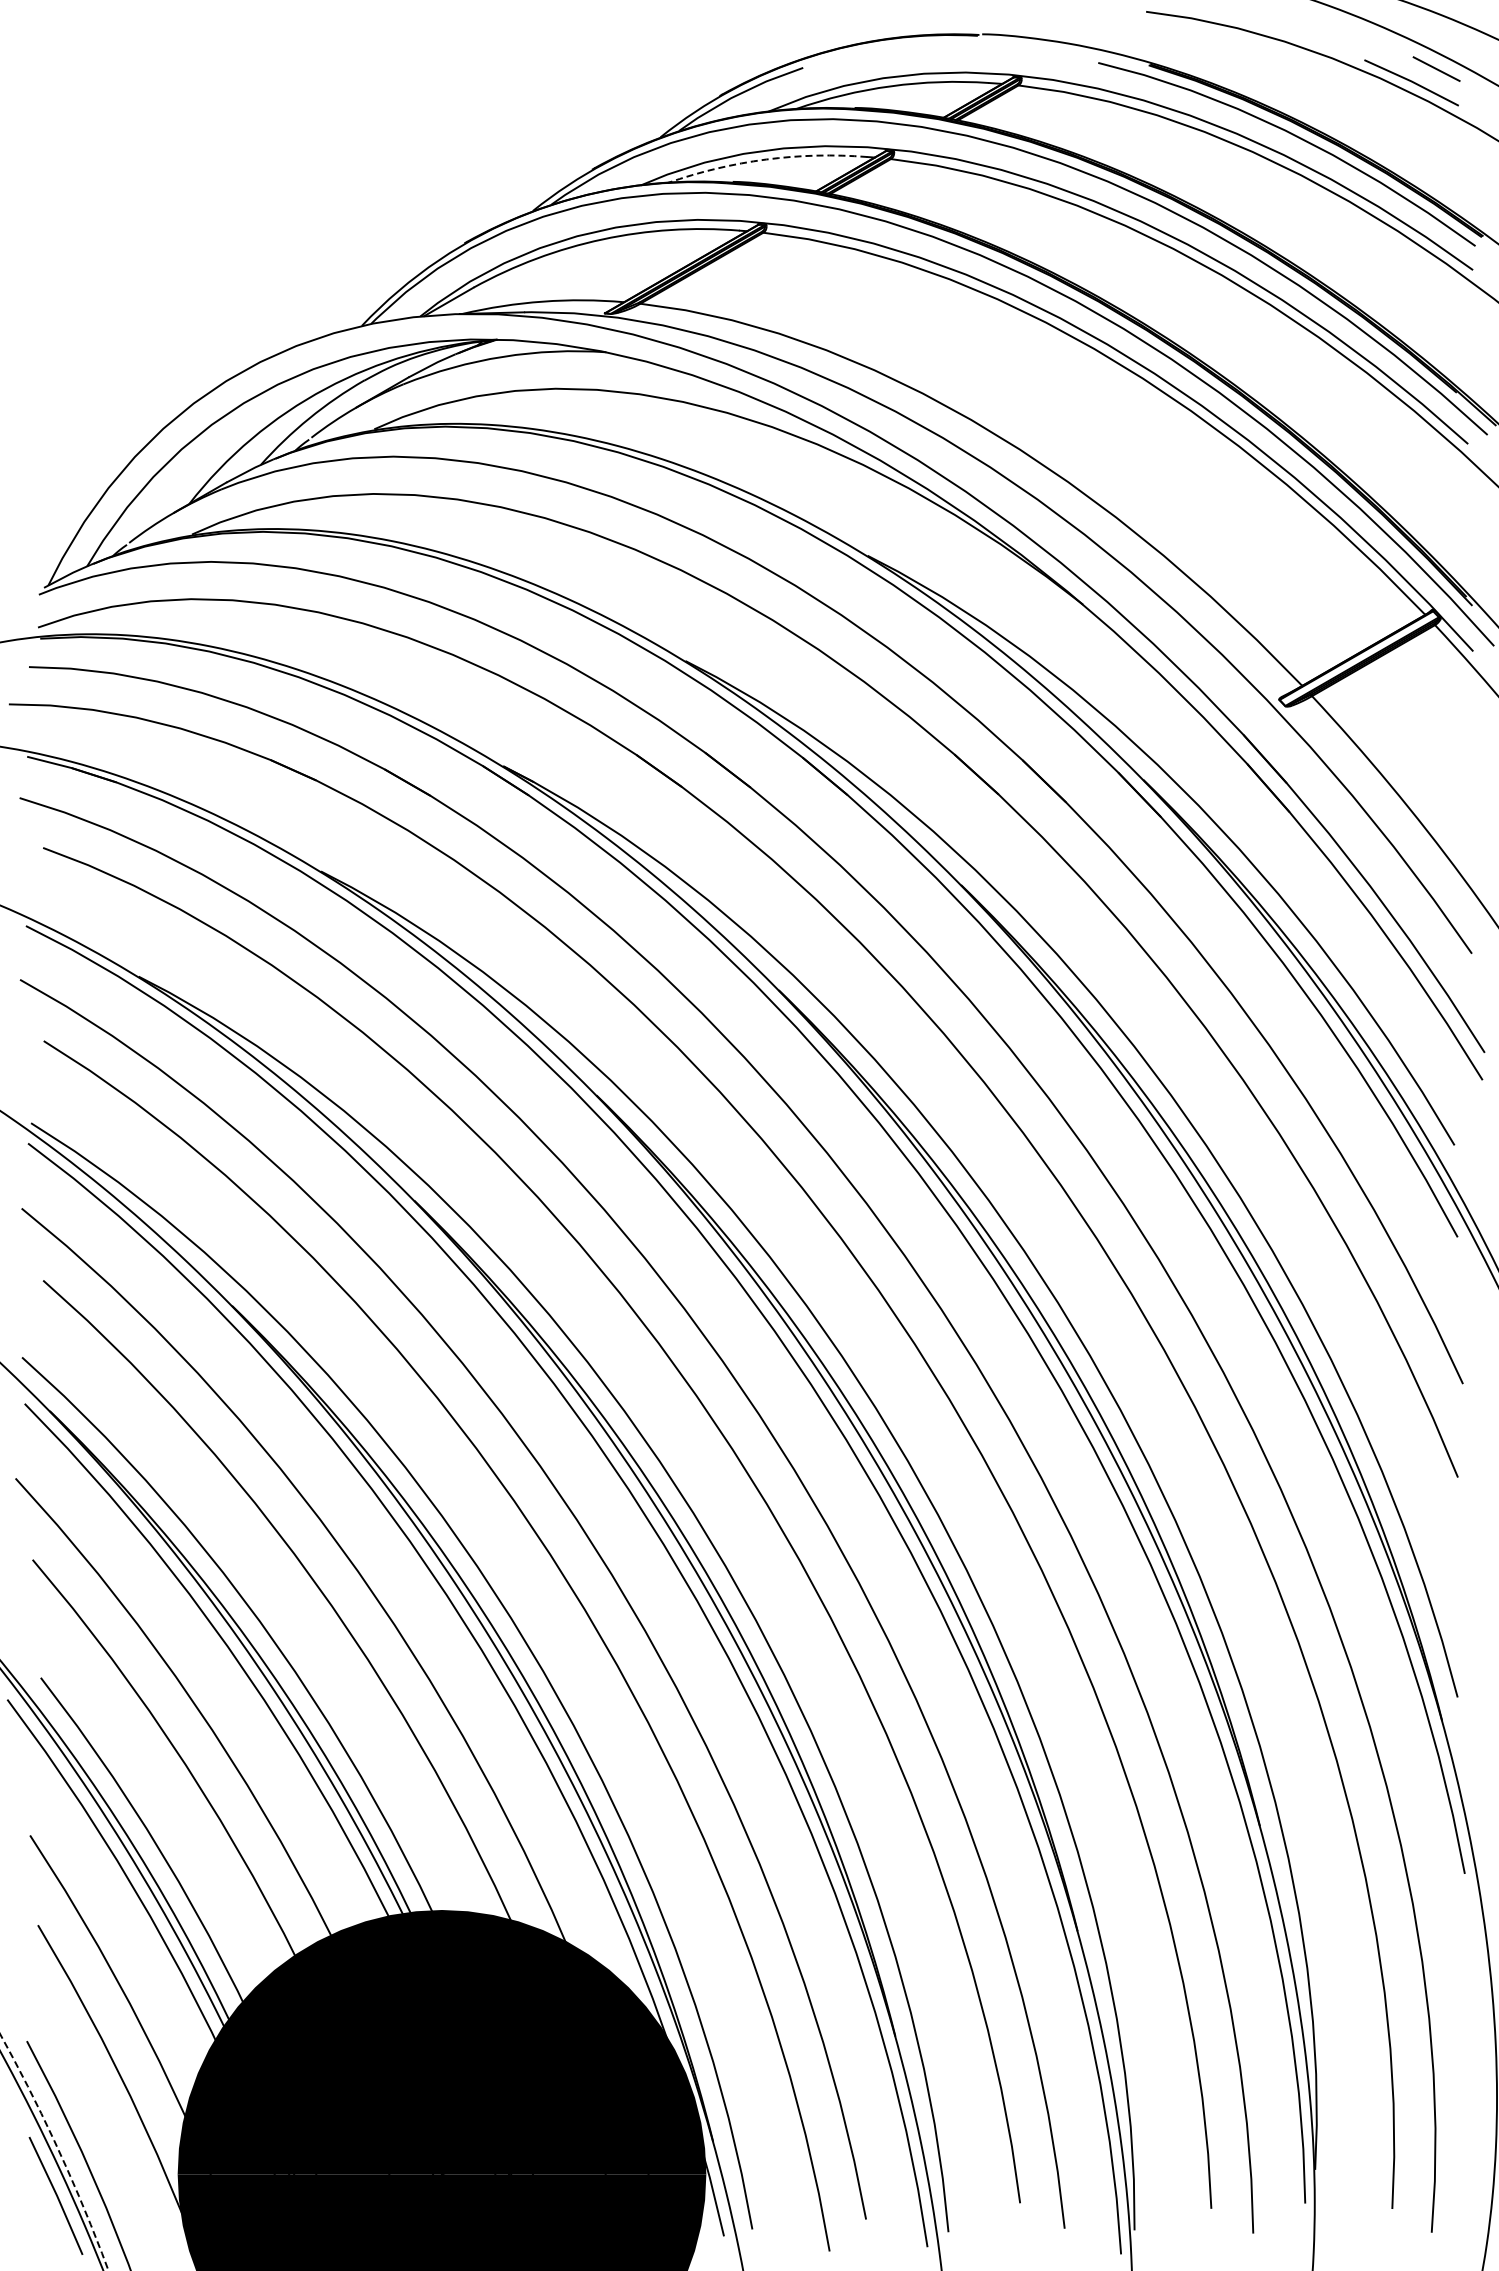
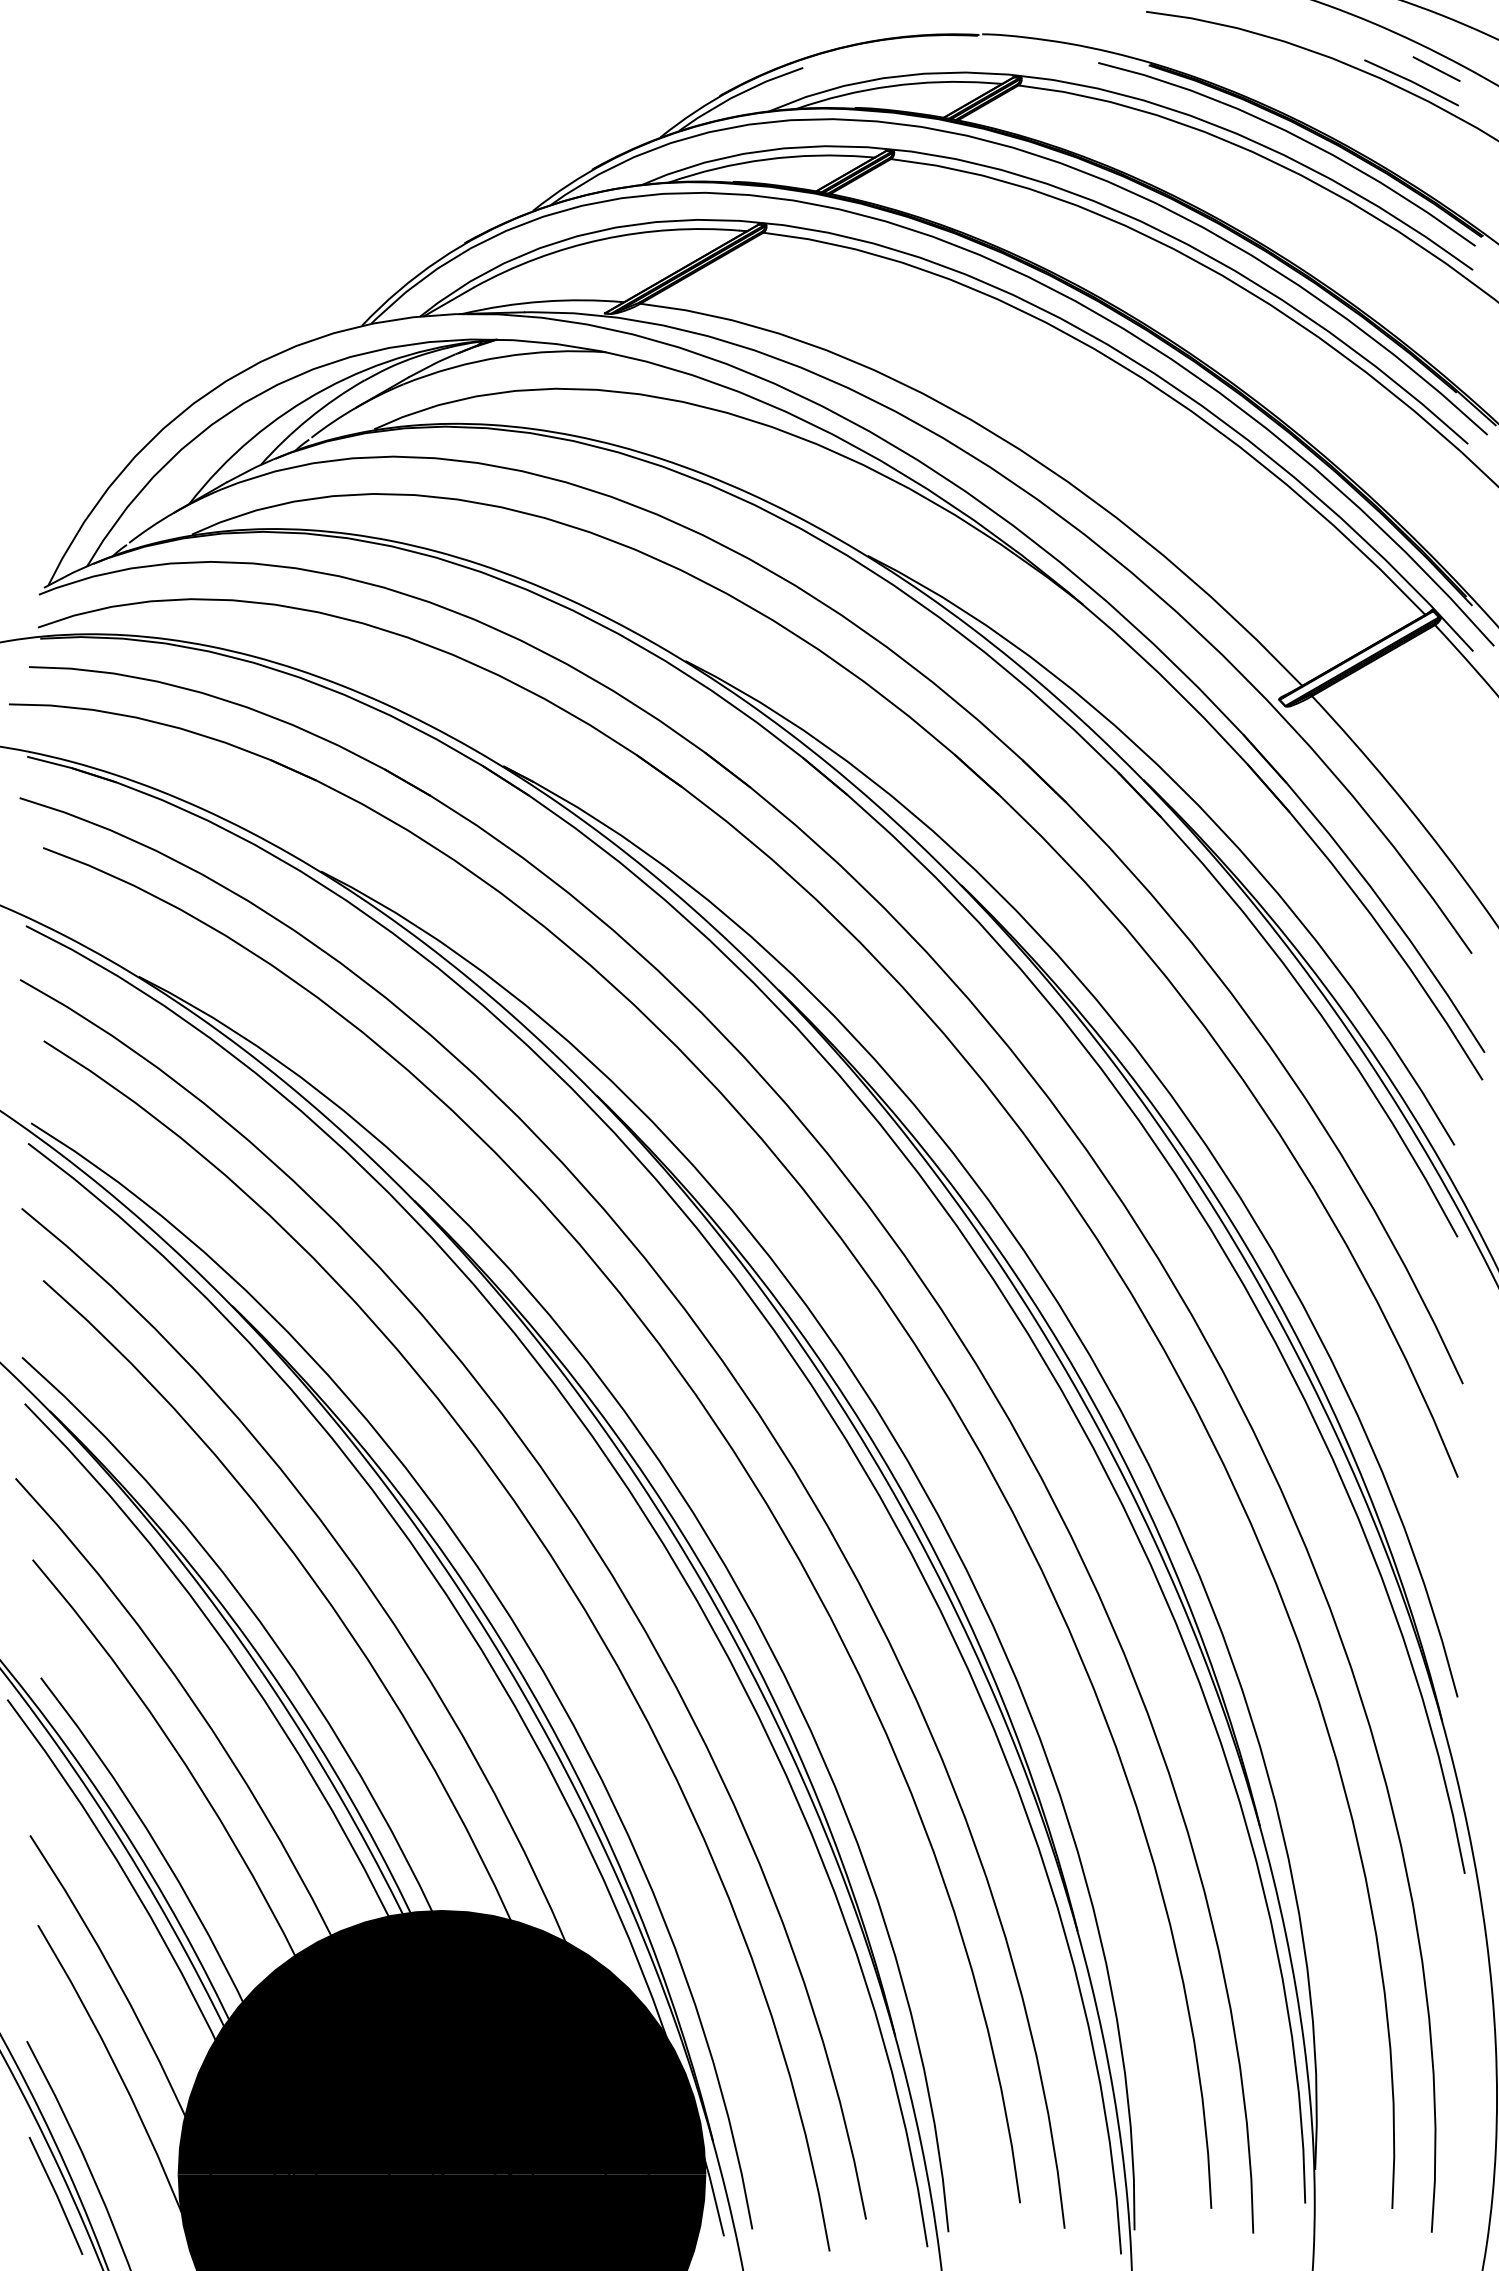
arc at (766, 159): dashed -> solid
arc at (58, 2149): dashed -> solid
